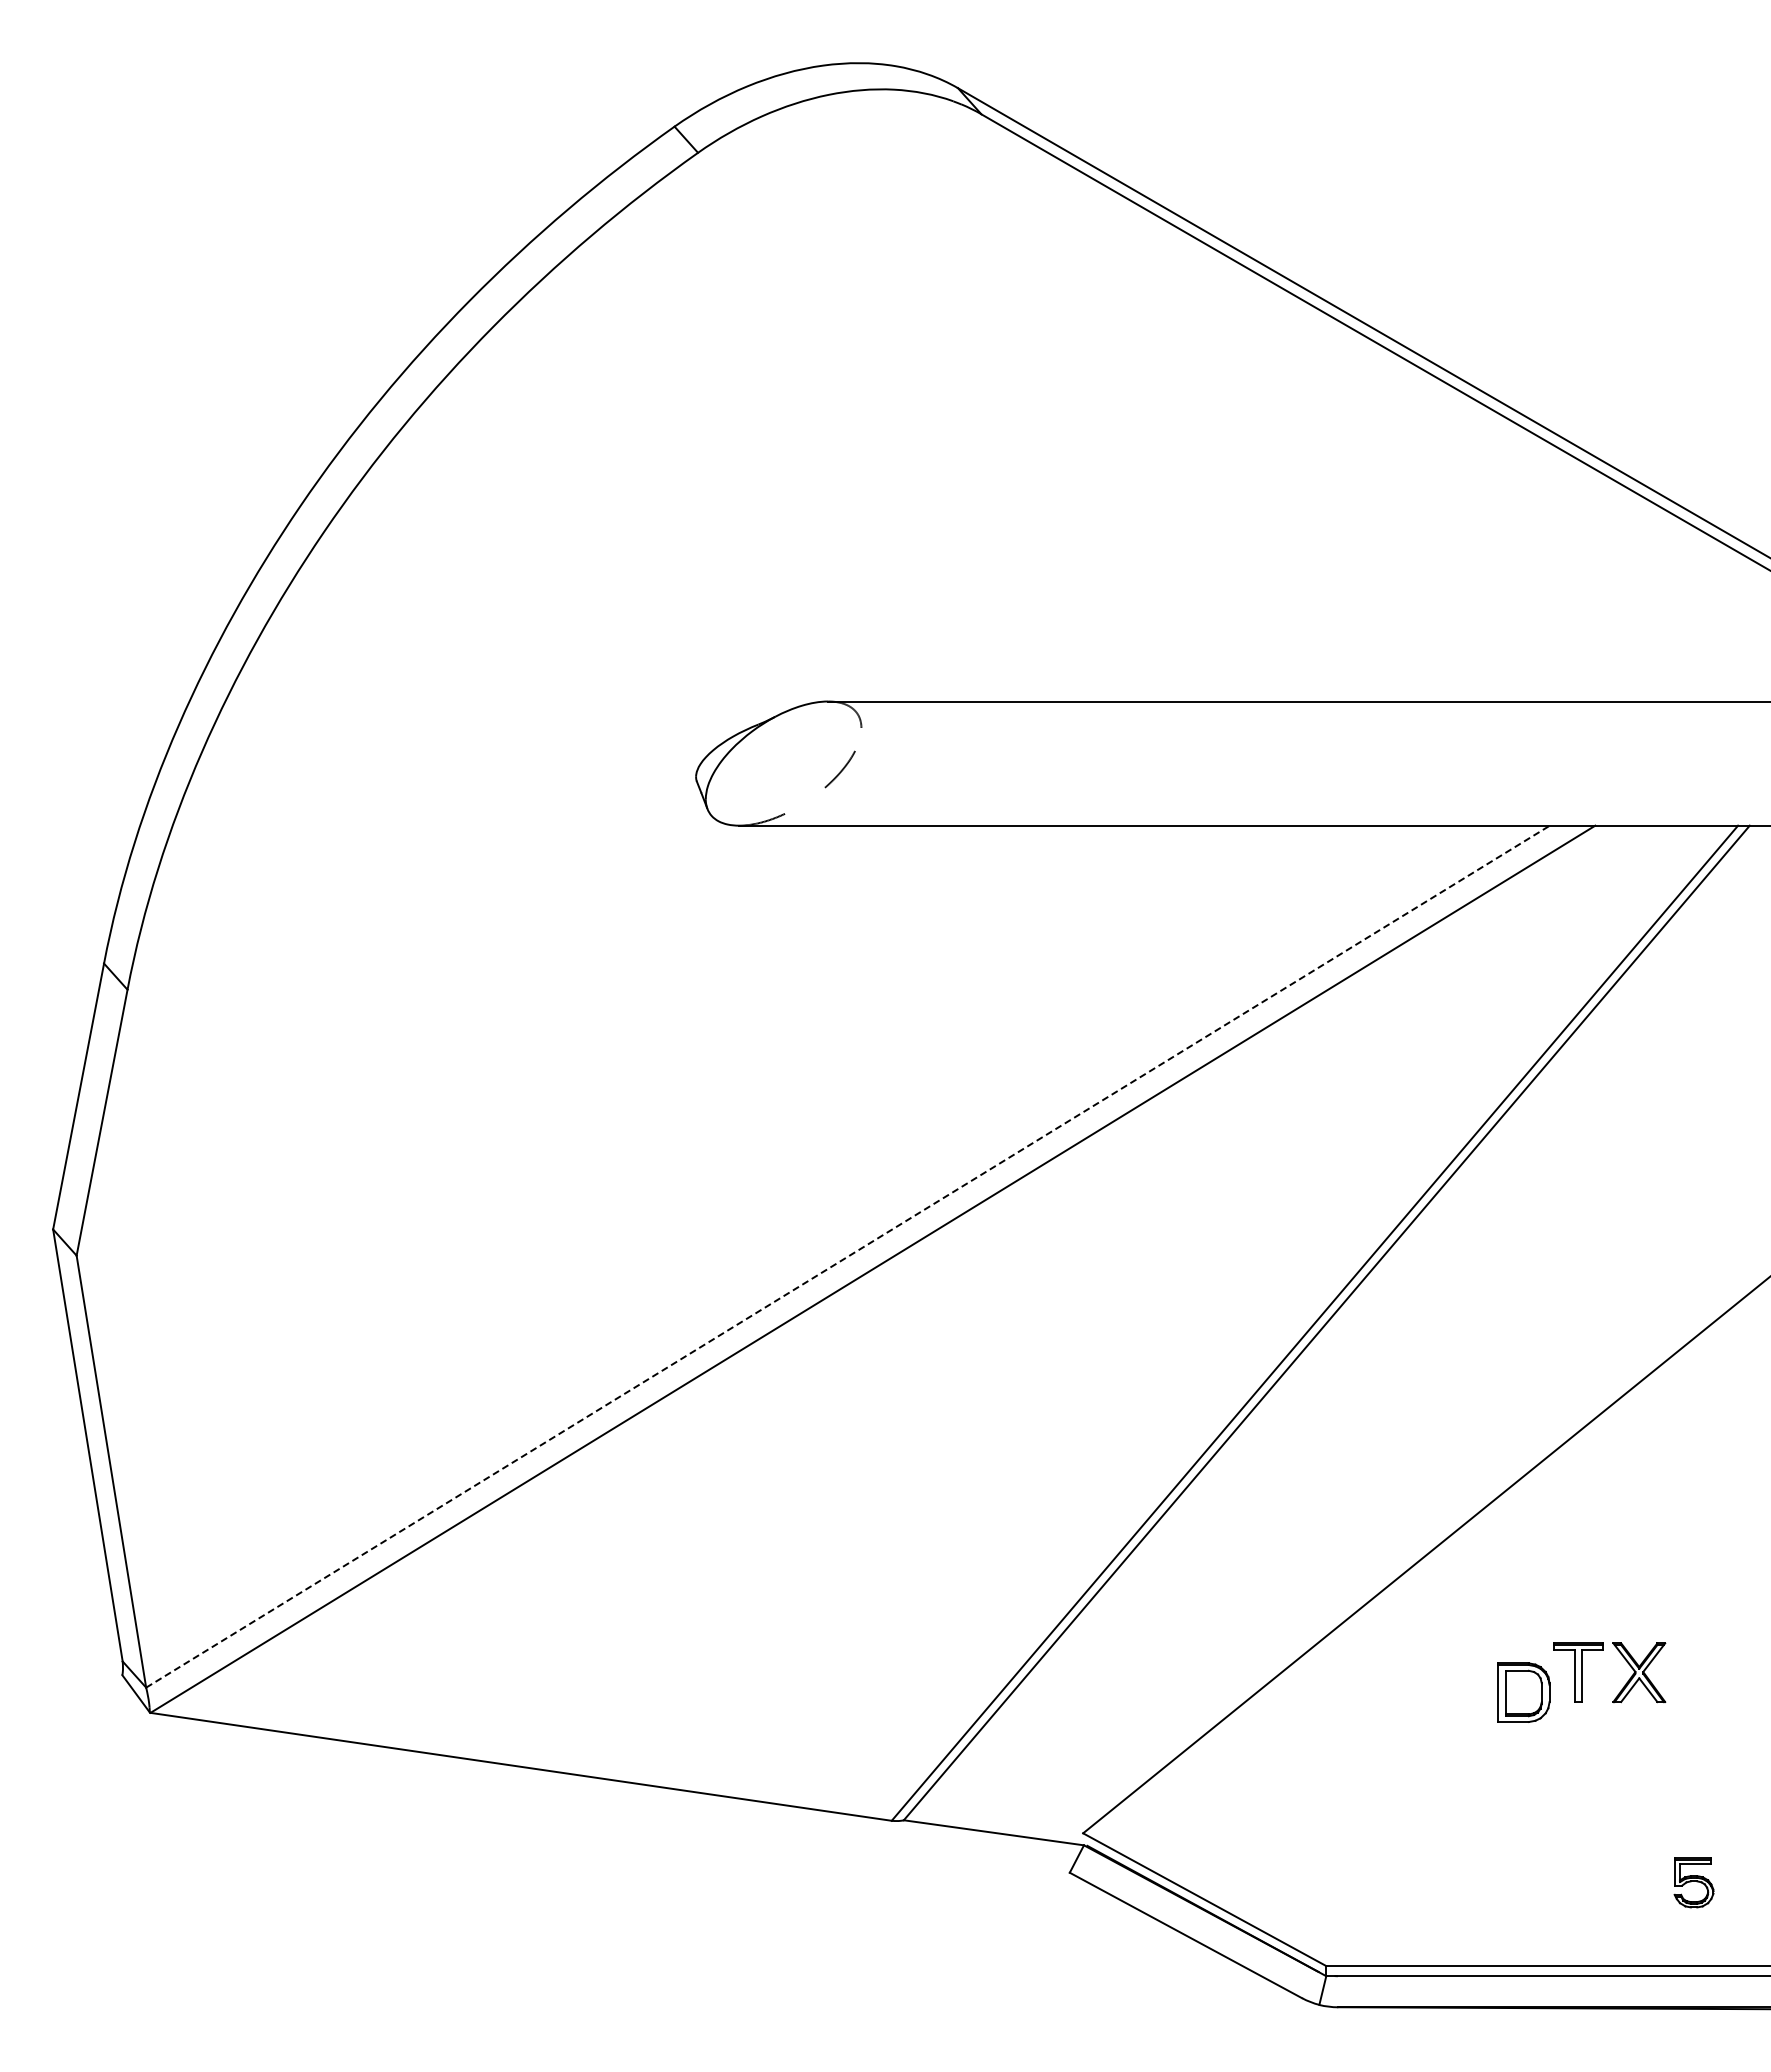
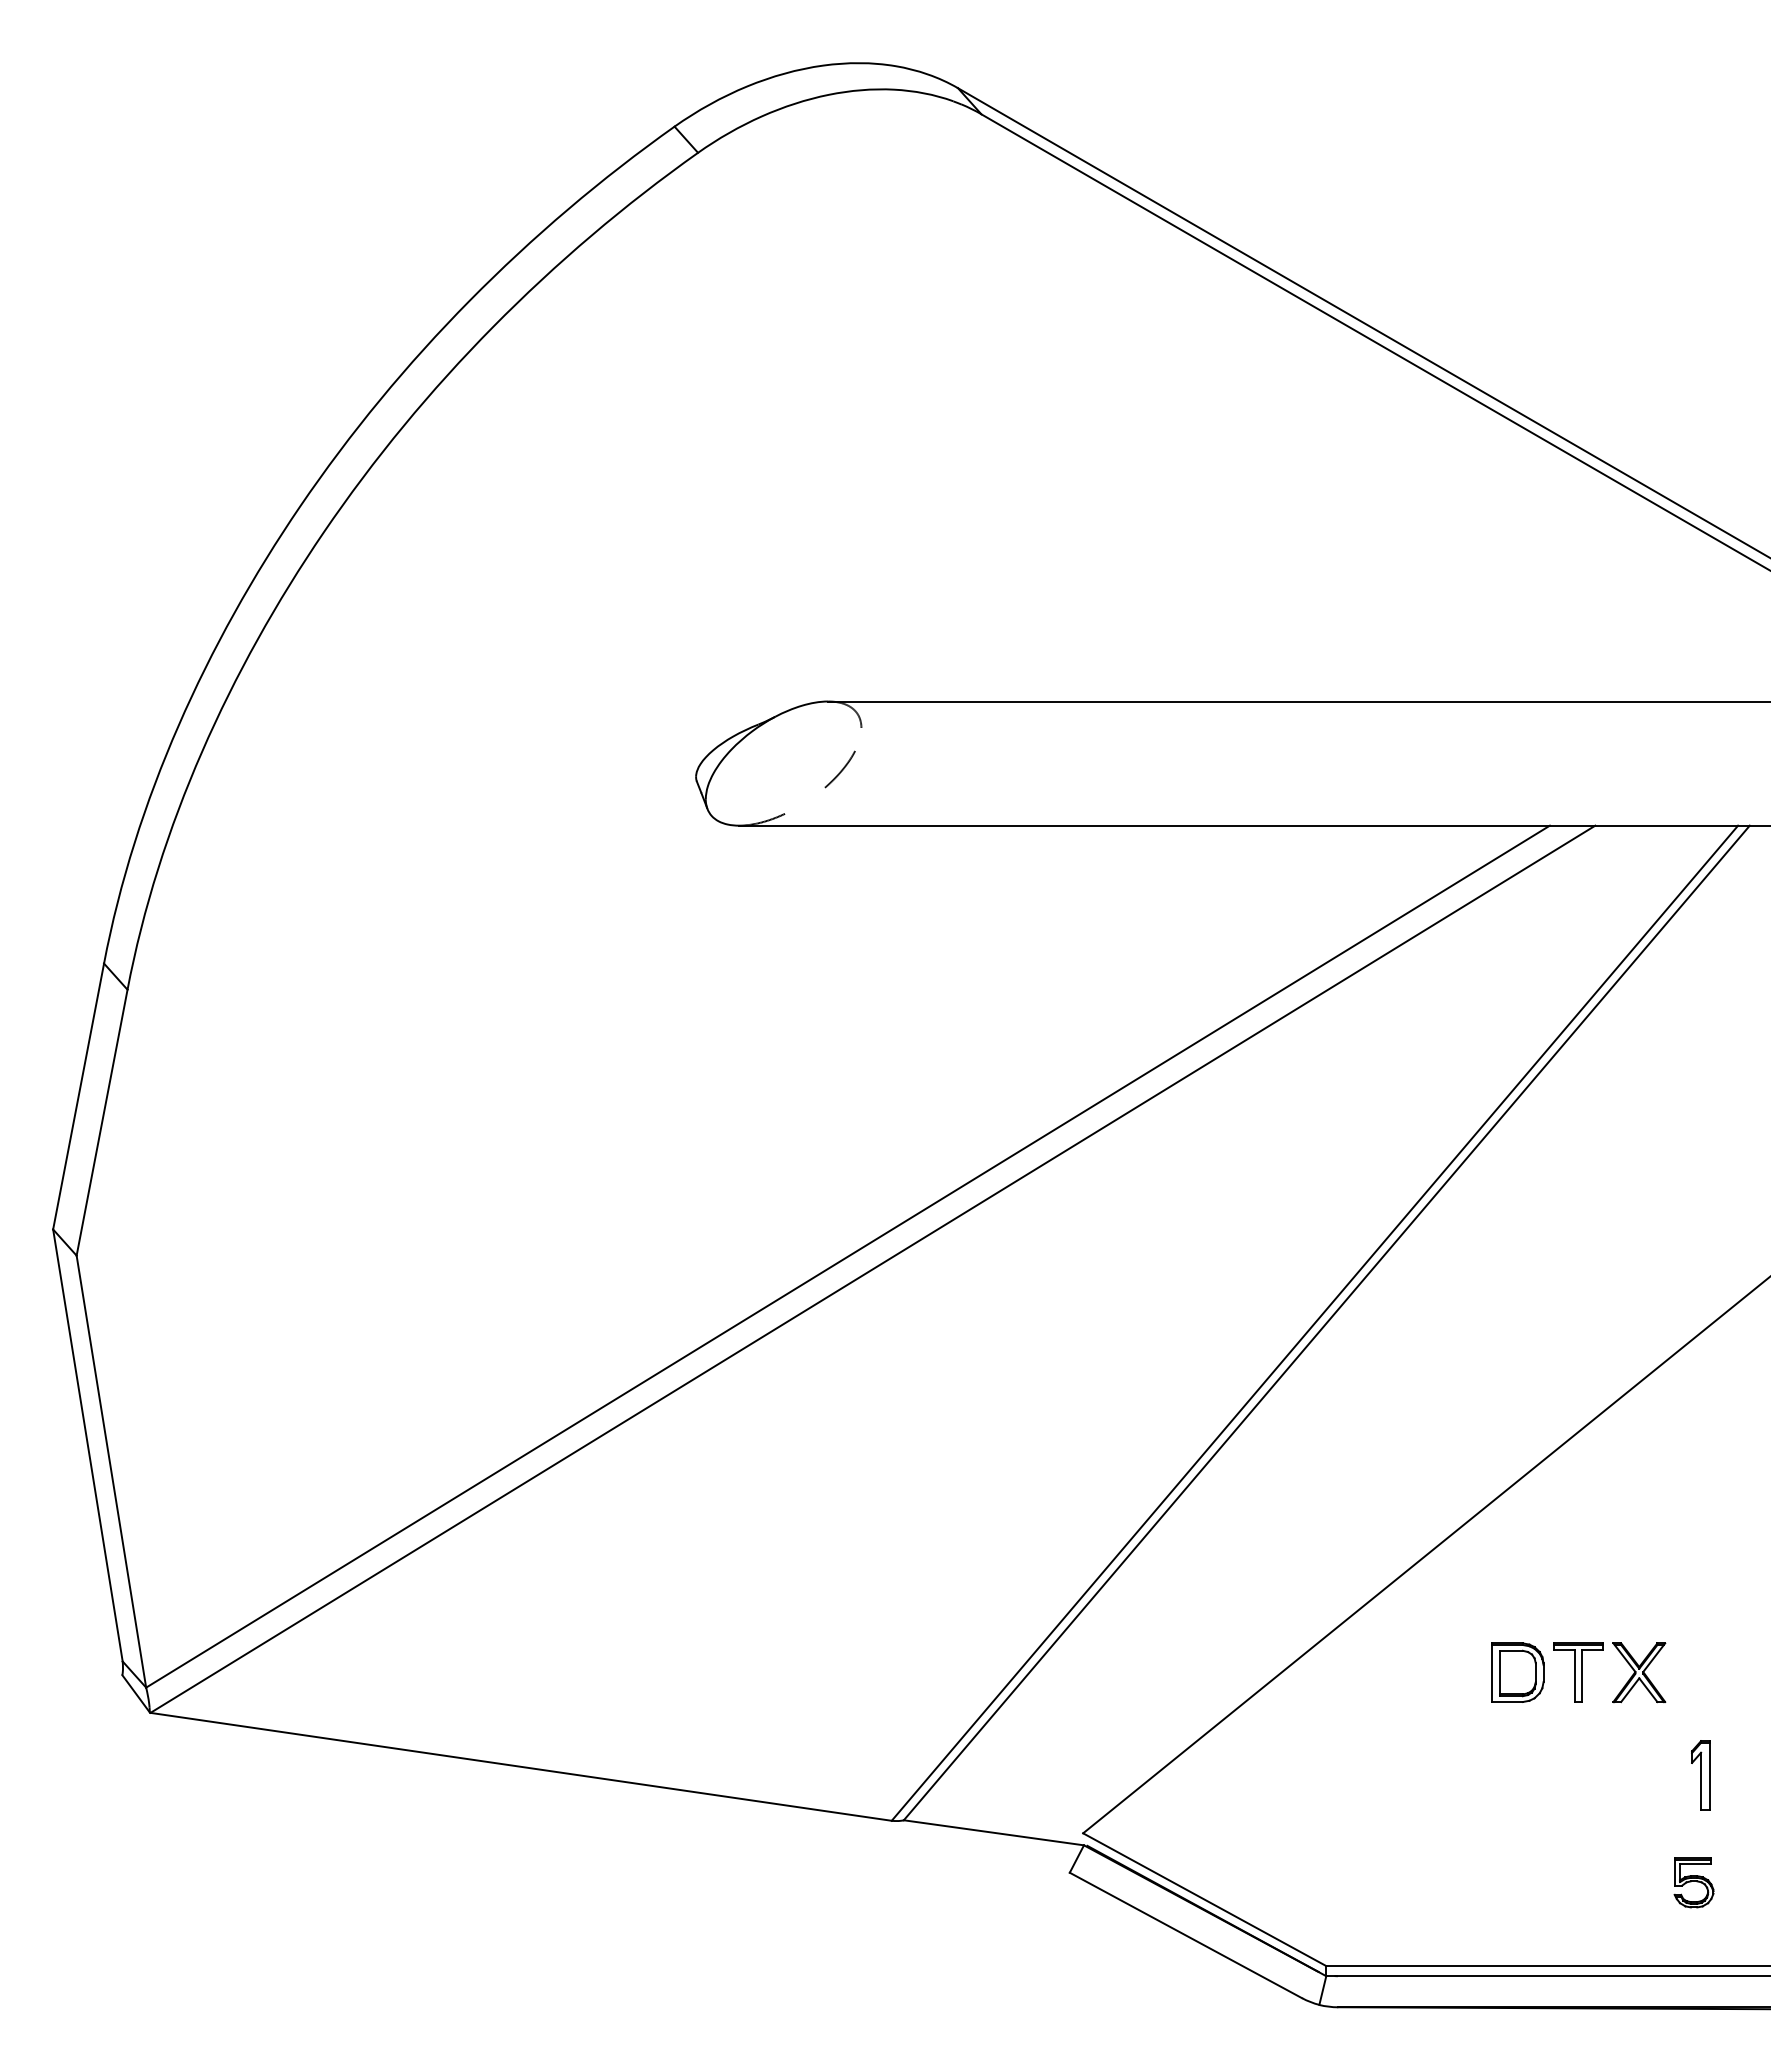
line at (848, 1256): dashed -> solid
part at (1523, 1692) position: (1523, 1692) -> (1517, 1672)
part at (1700, 1775): none -> present
